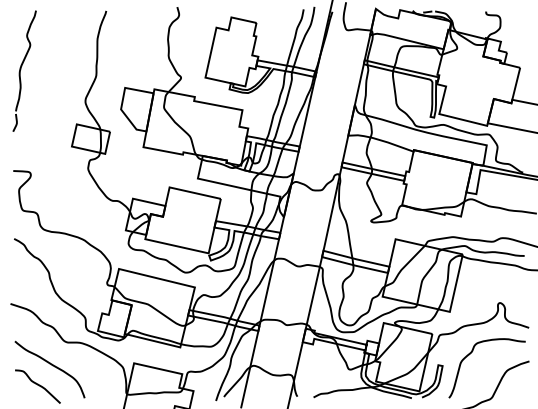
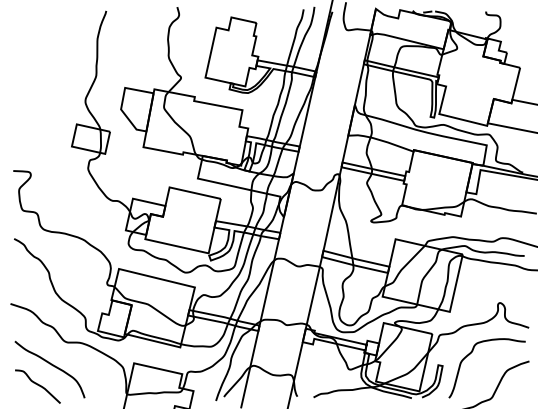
part at (24, 70): present -> none
